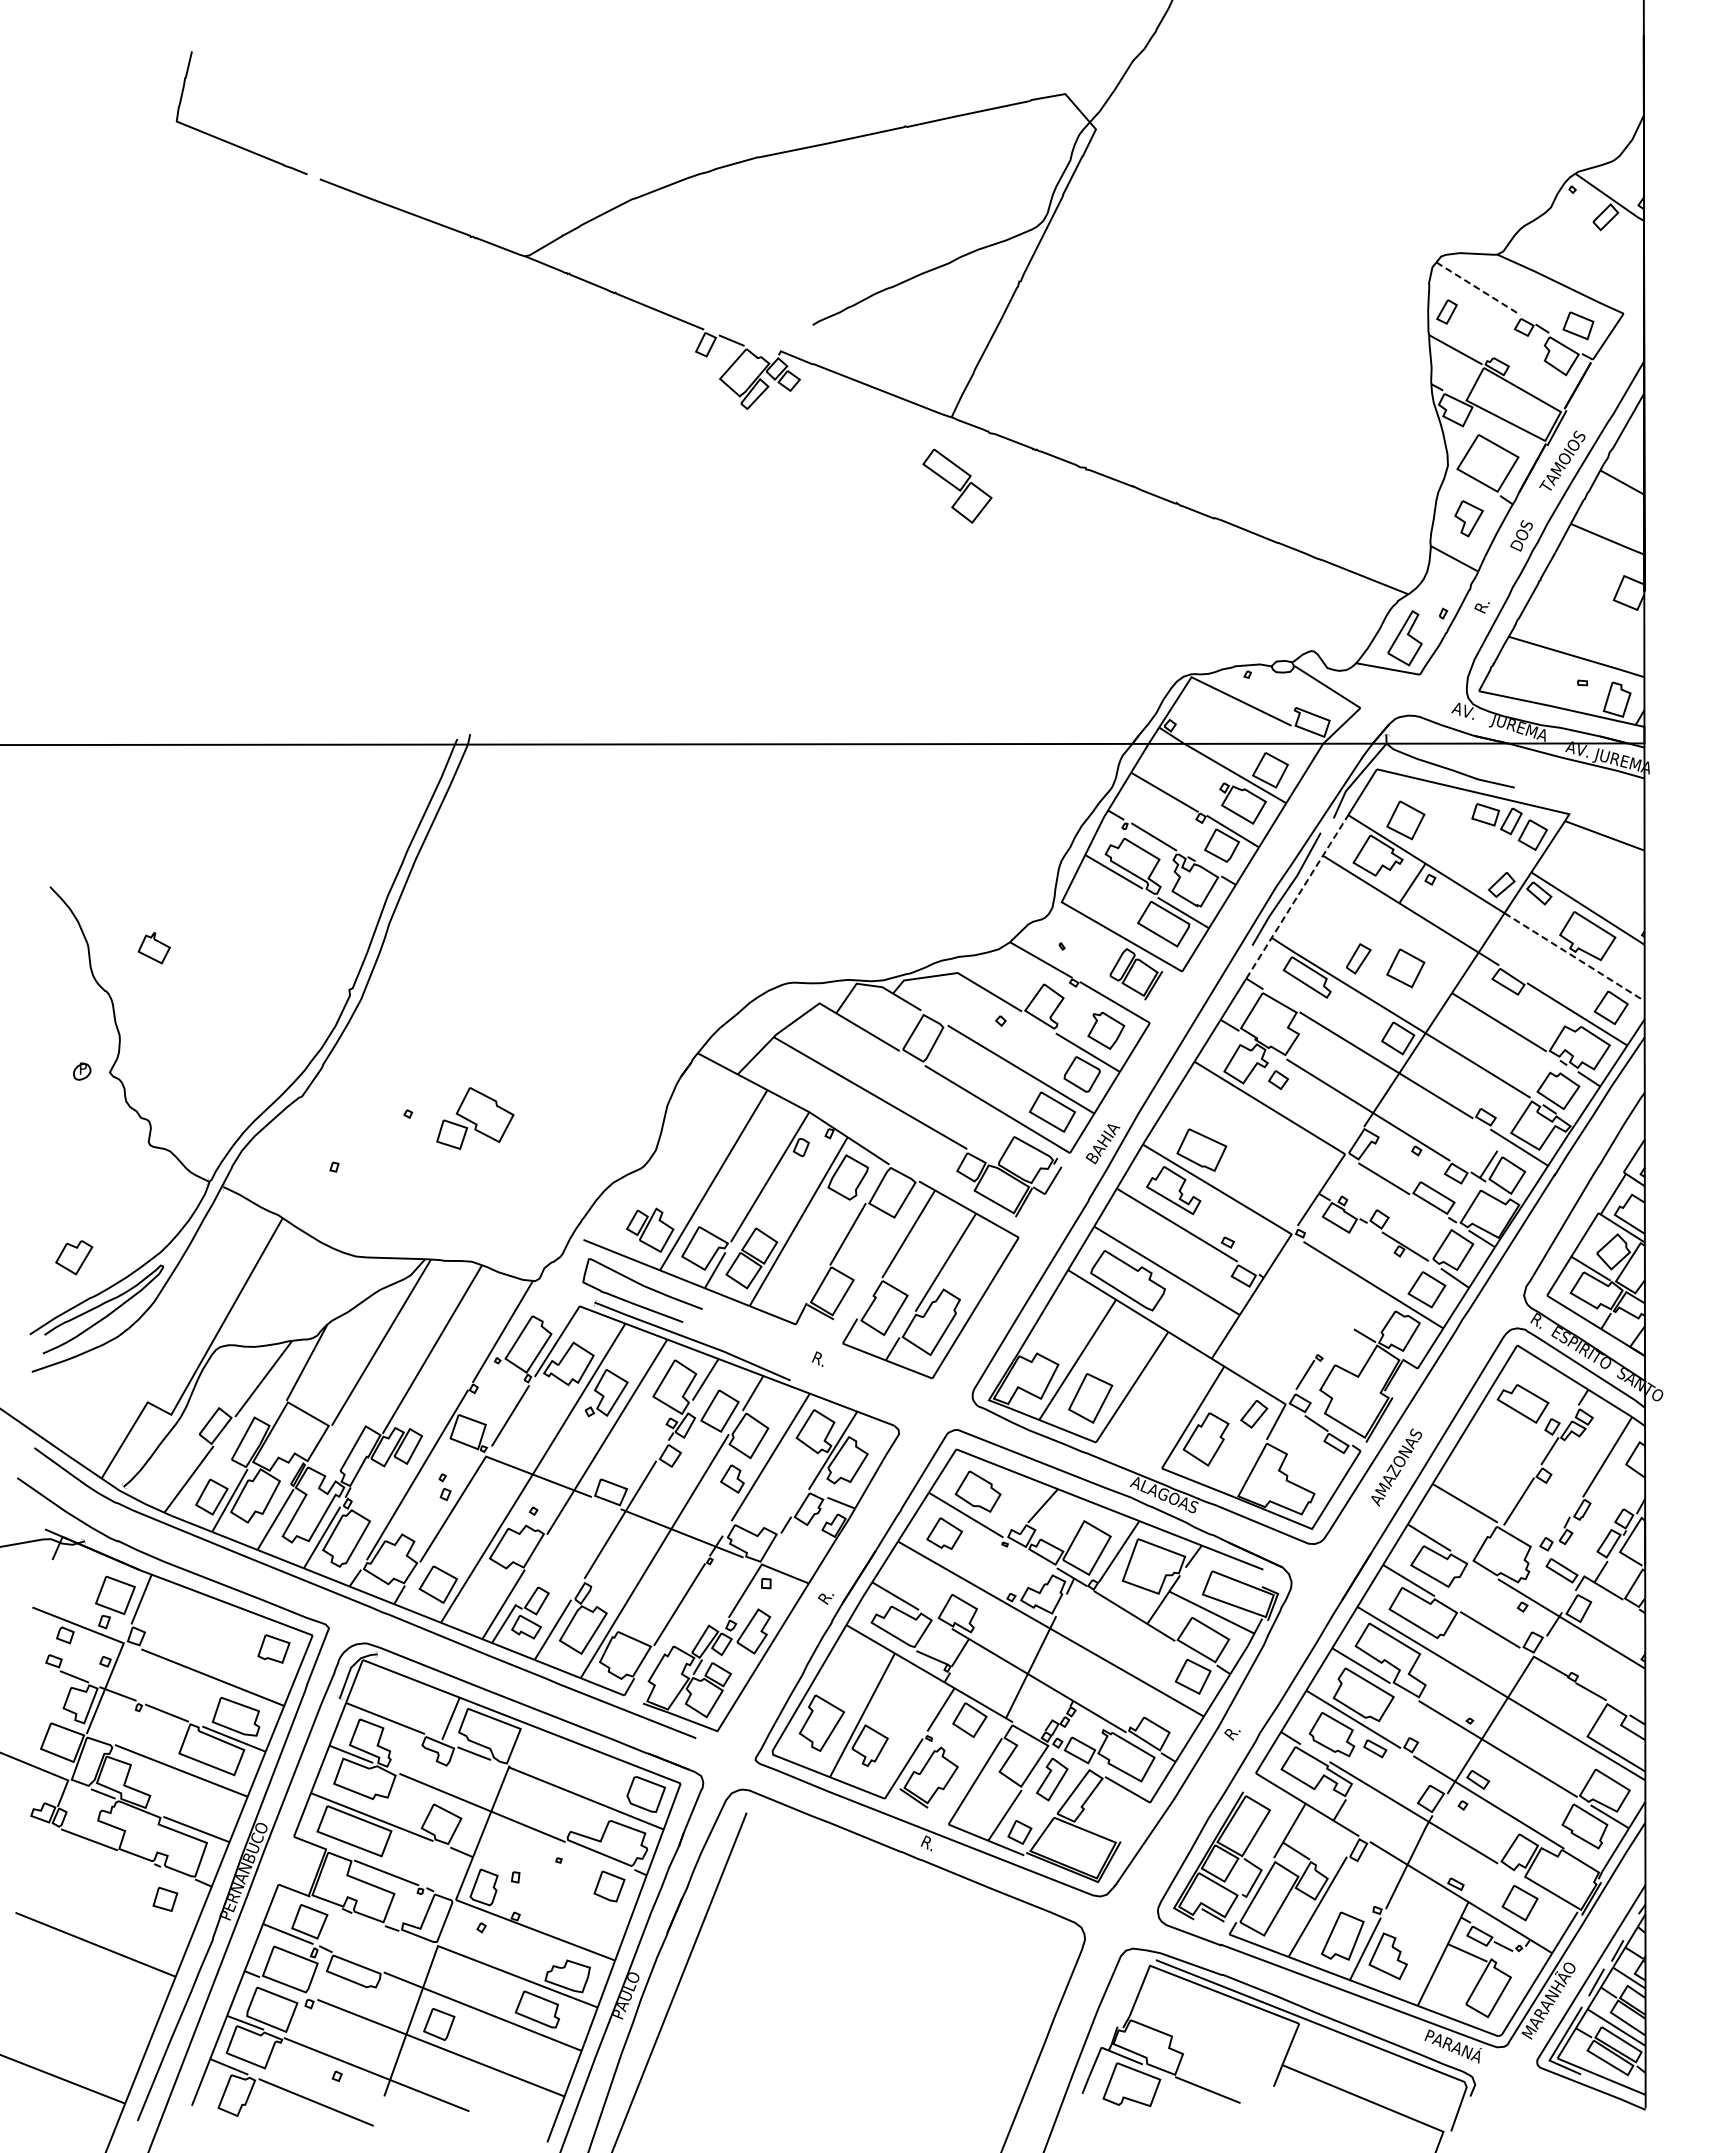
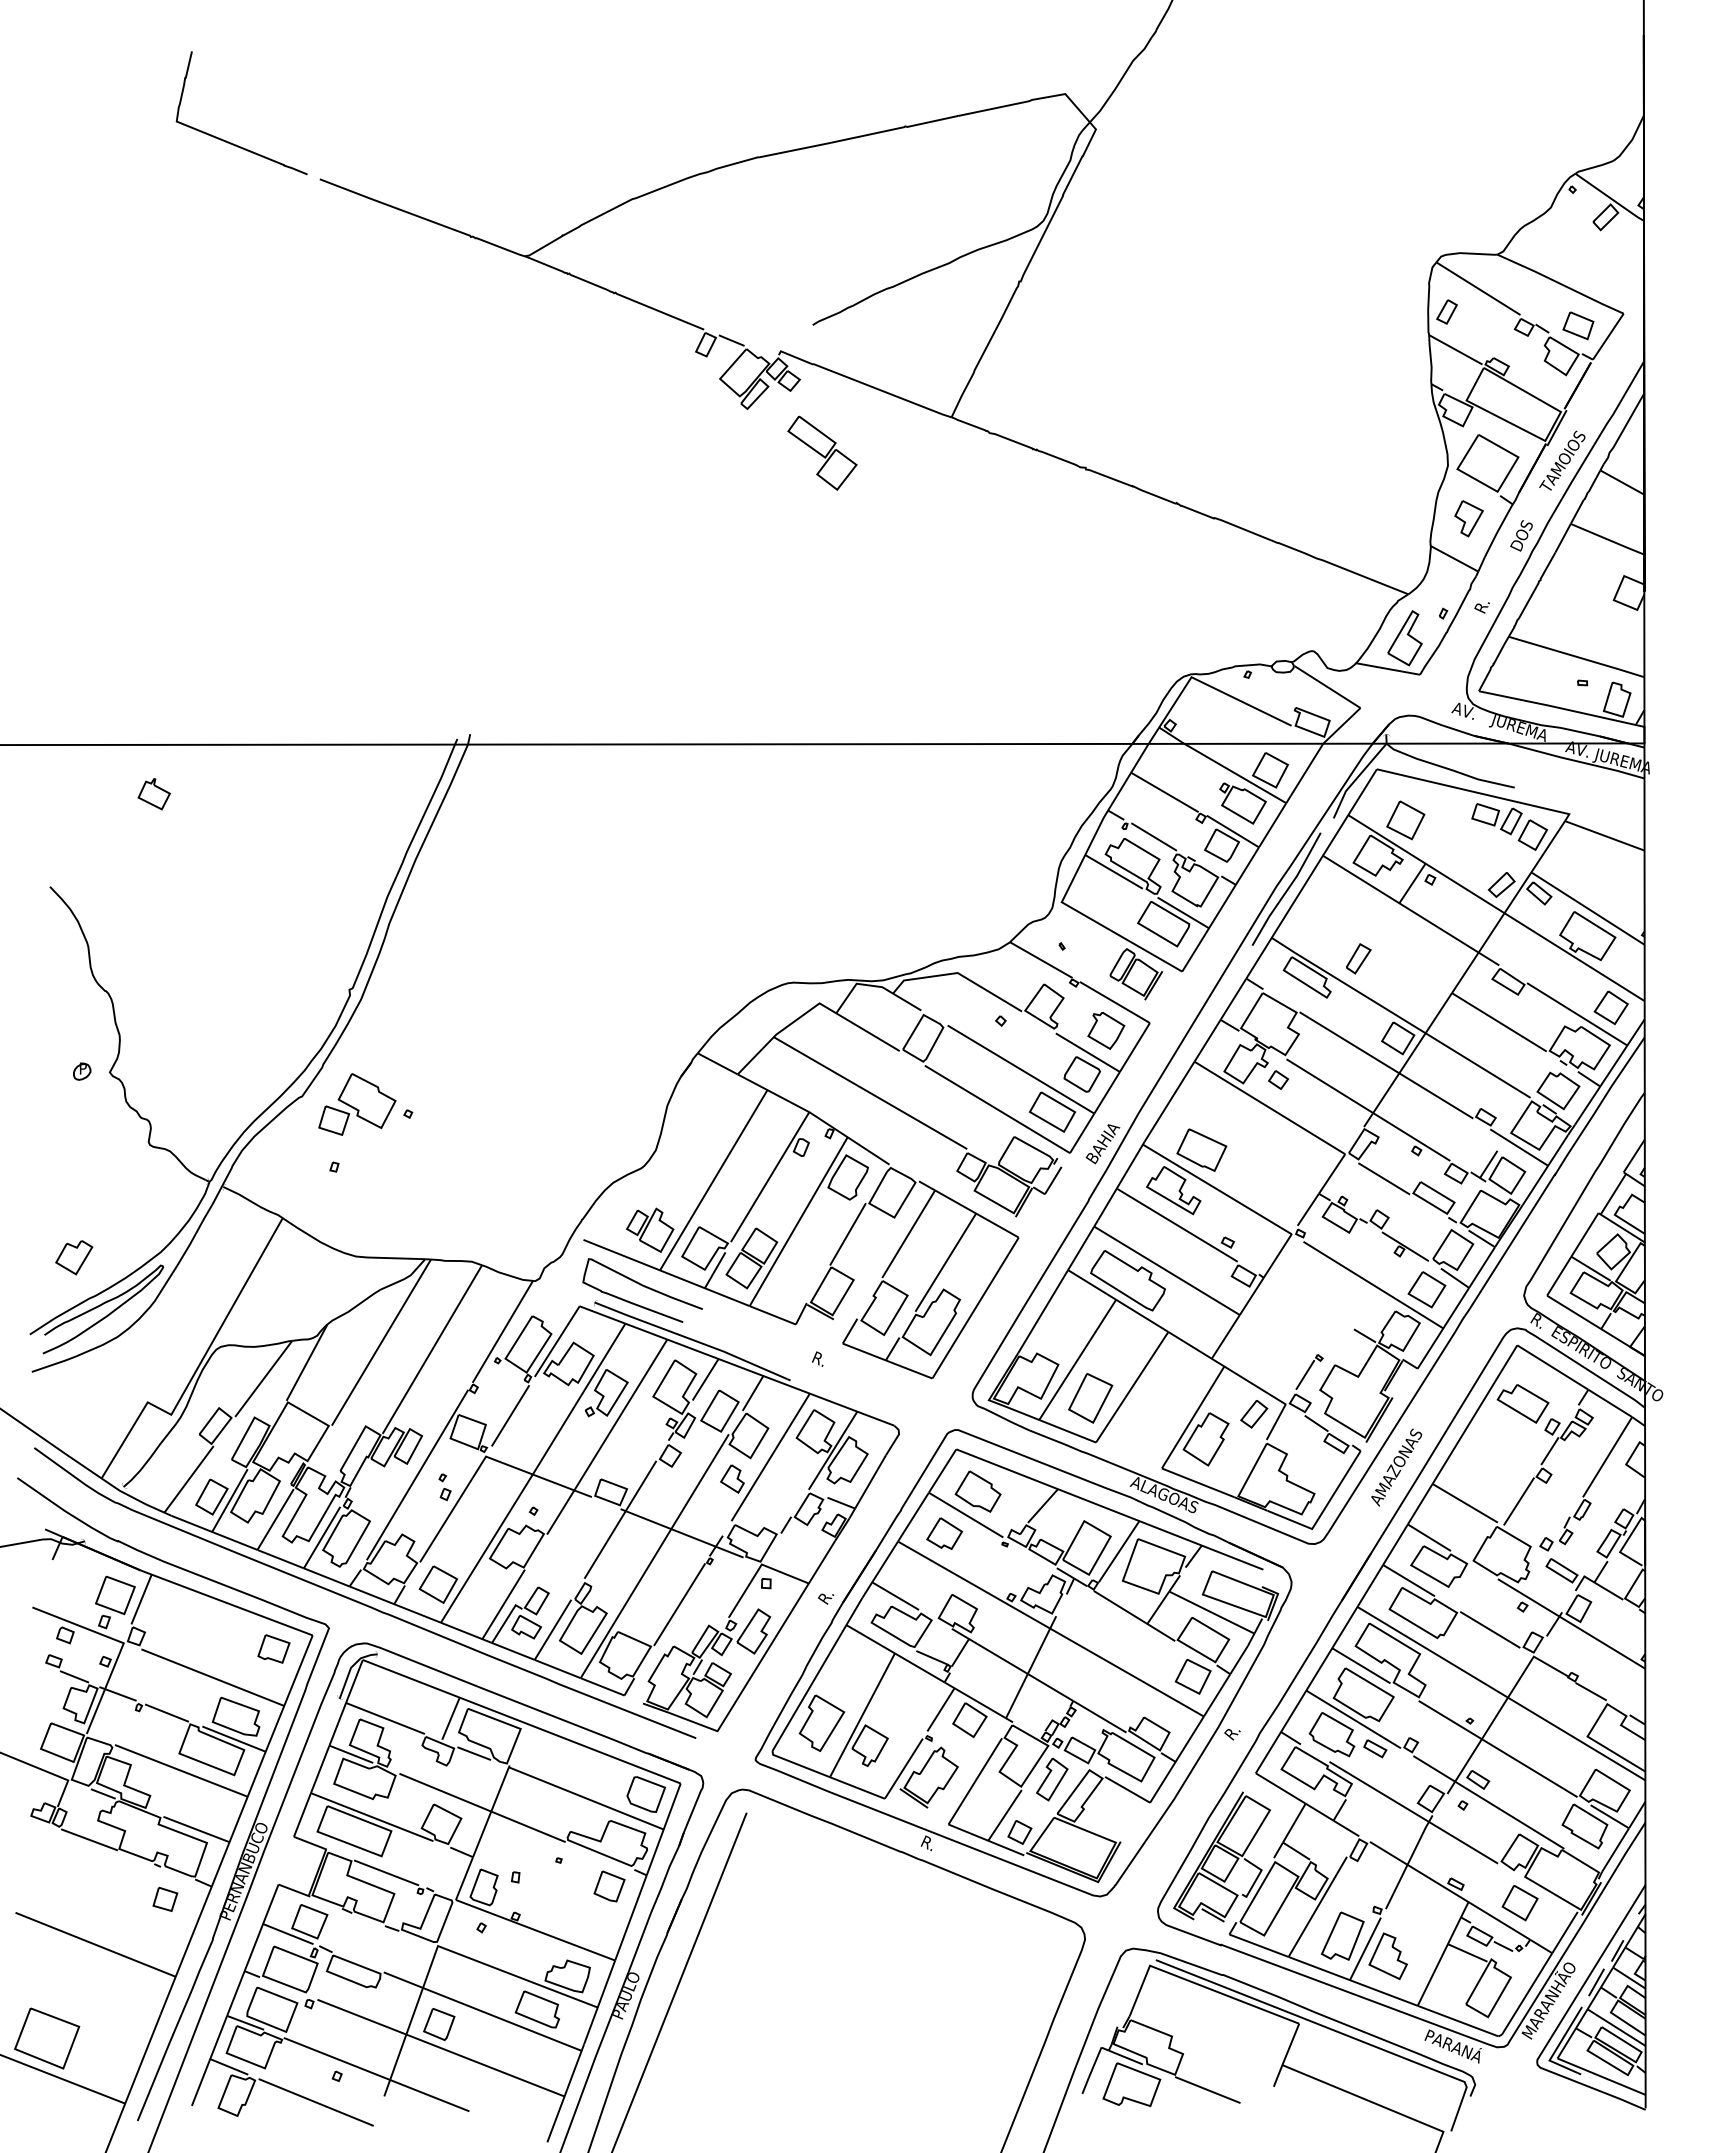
line at (1478, 288): dashed -> solid
part at (957, 485) position: (957, 485) -> (822, 452)
line at (1297, 896): dashed -> solid
part at (153, 948) position: (153, 948) -> (153, 794)
line at (1574, 957): dashed -> solid
part at (1405, 968): present -> none
part at (475, 1118) position: (475, 1118) -> (357, 1104)
part at (47, 2038): none -> present
